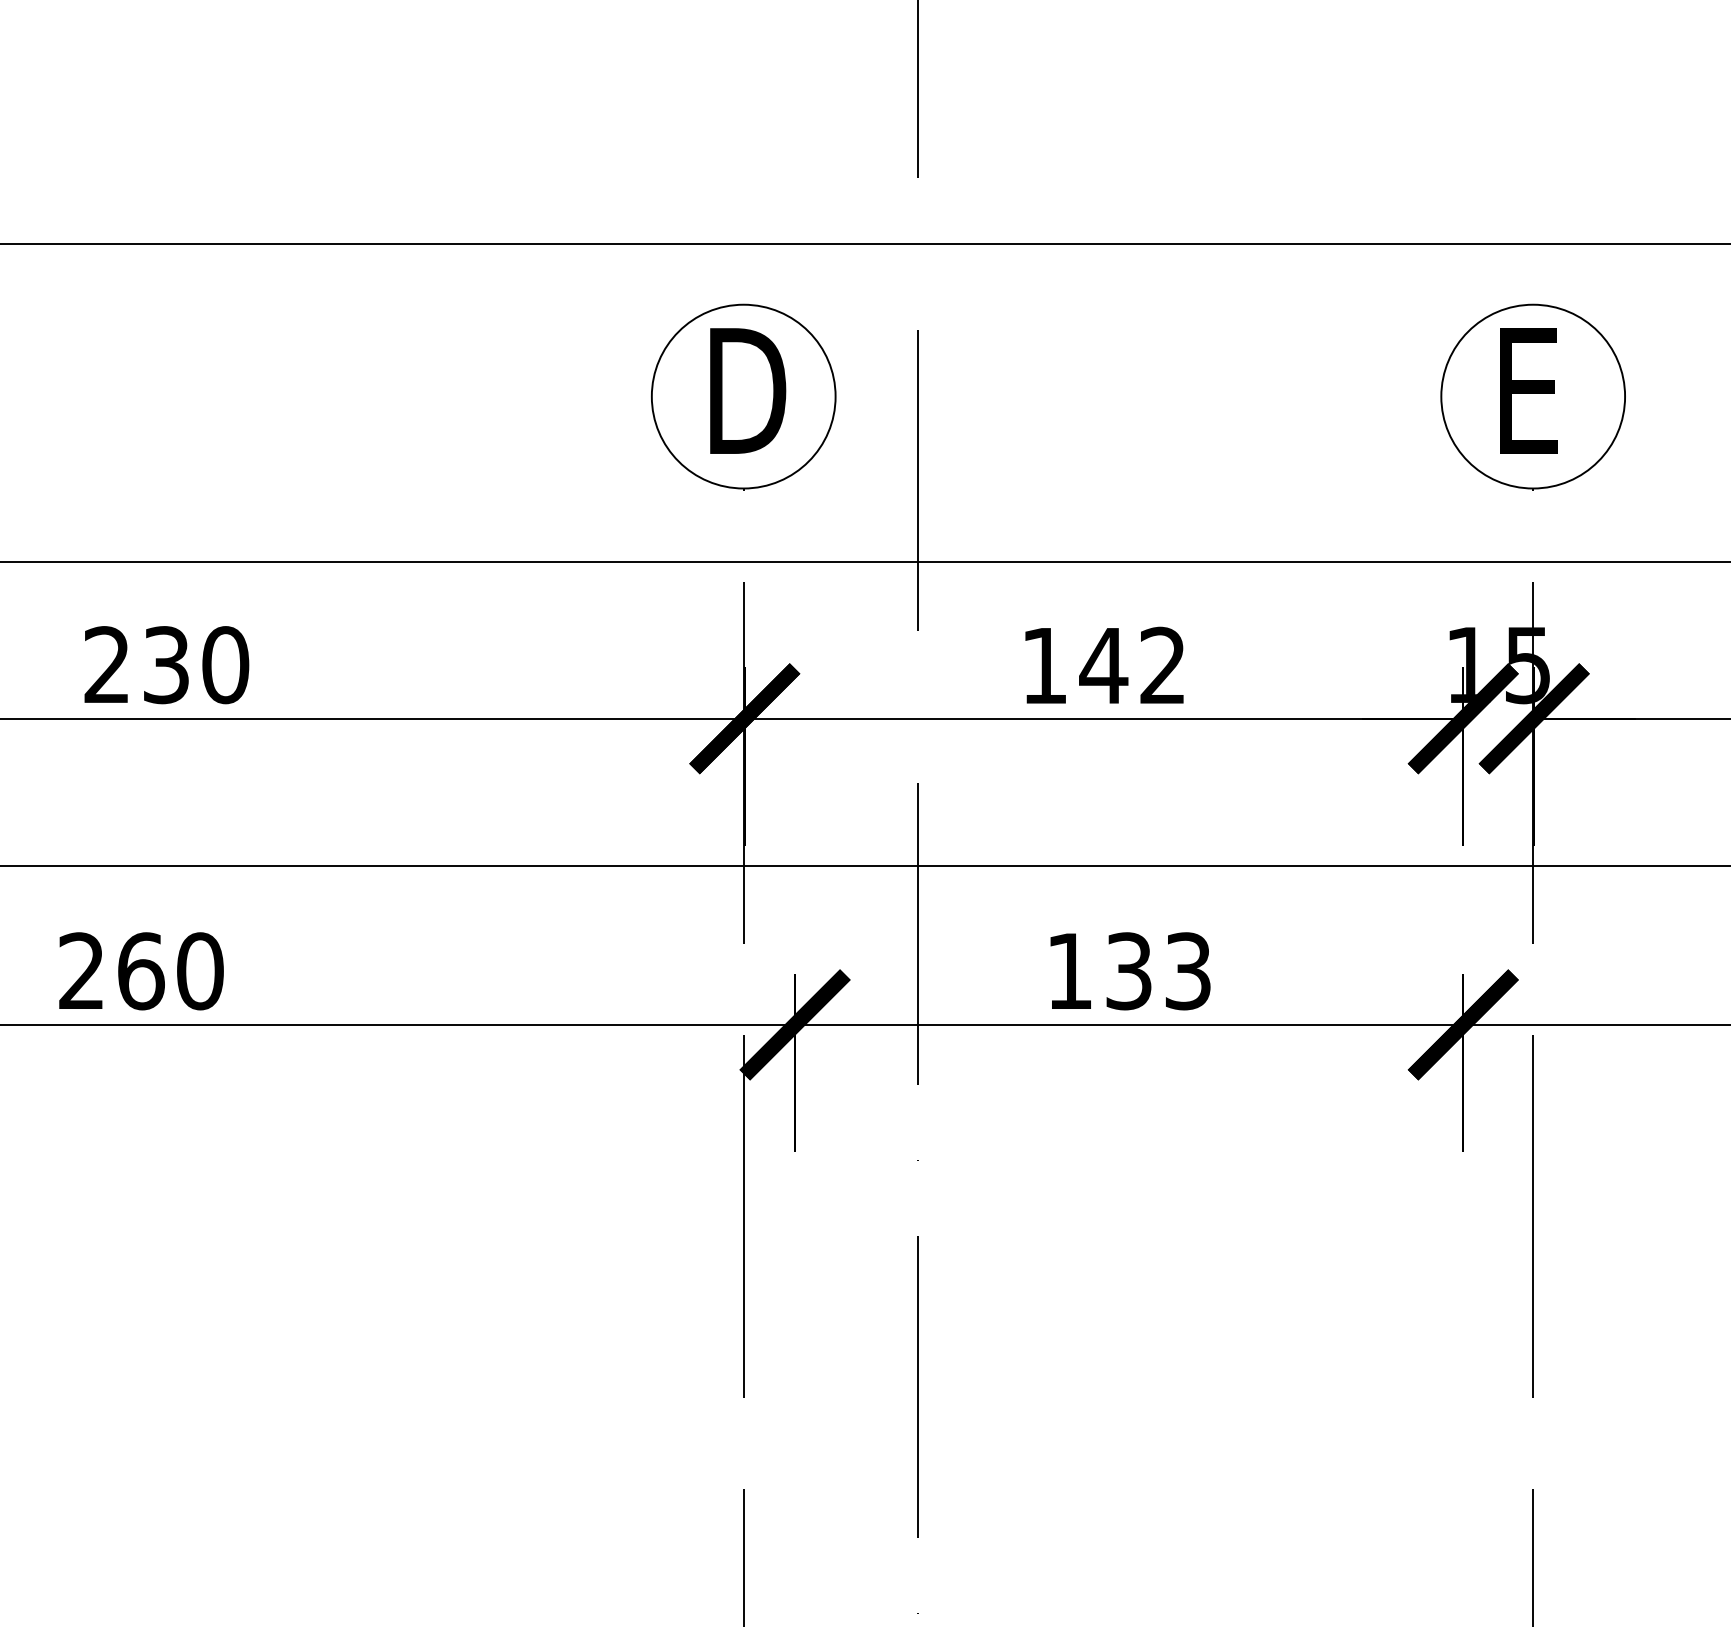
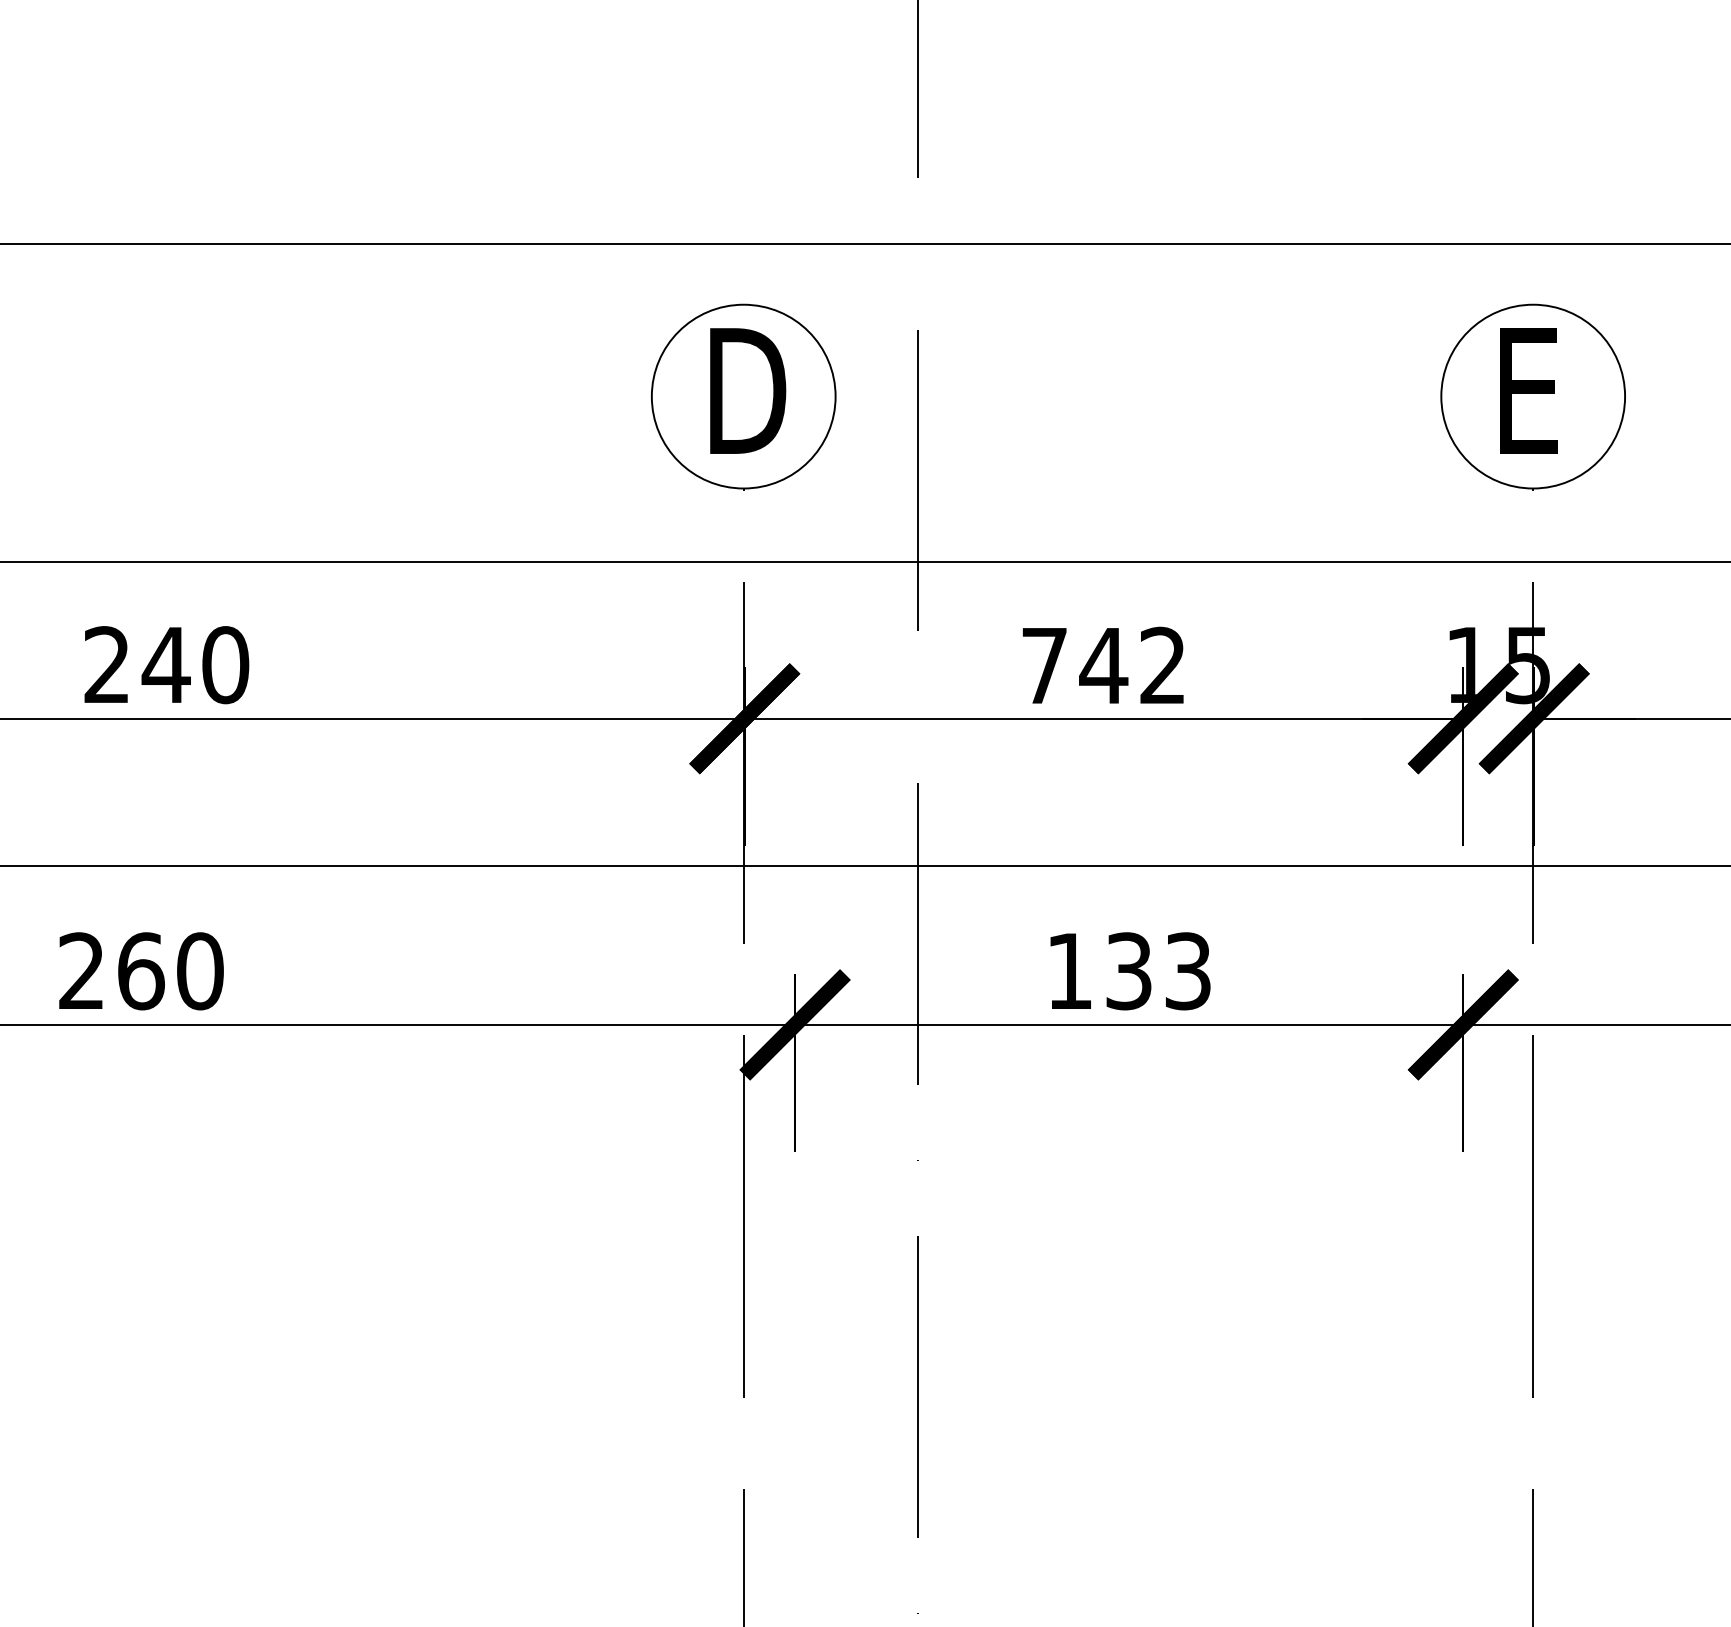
text at (165, 665): 230 -> 240
text at (1044, 665): 142 -> 742
